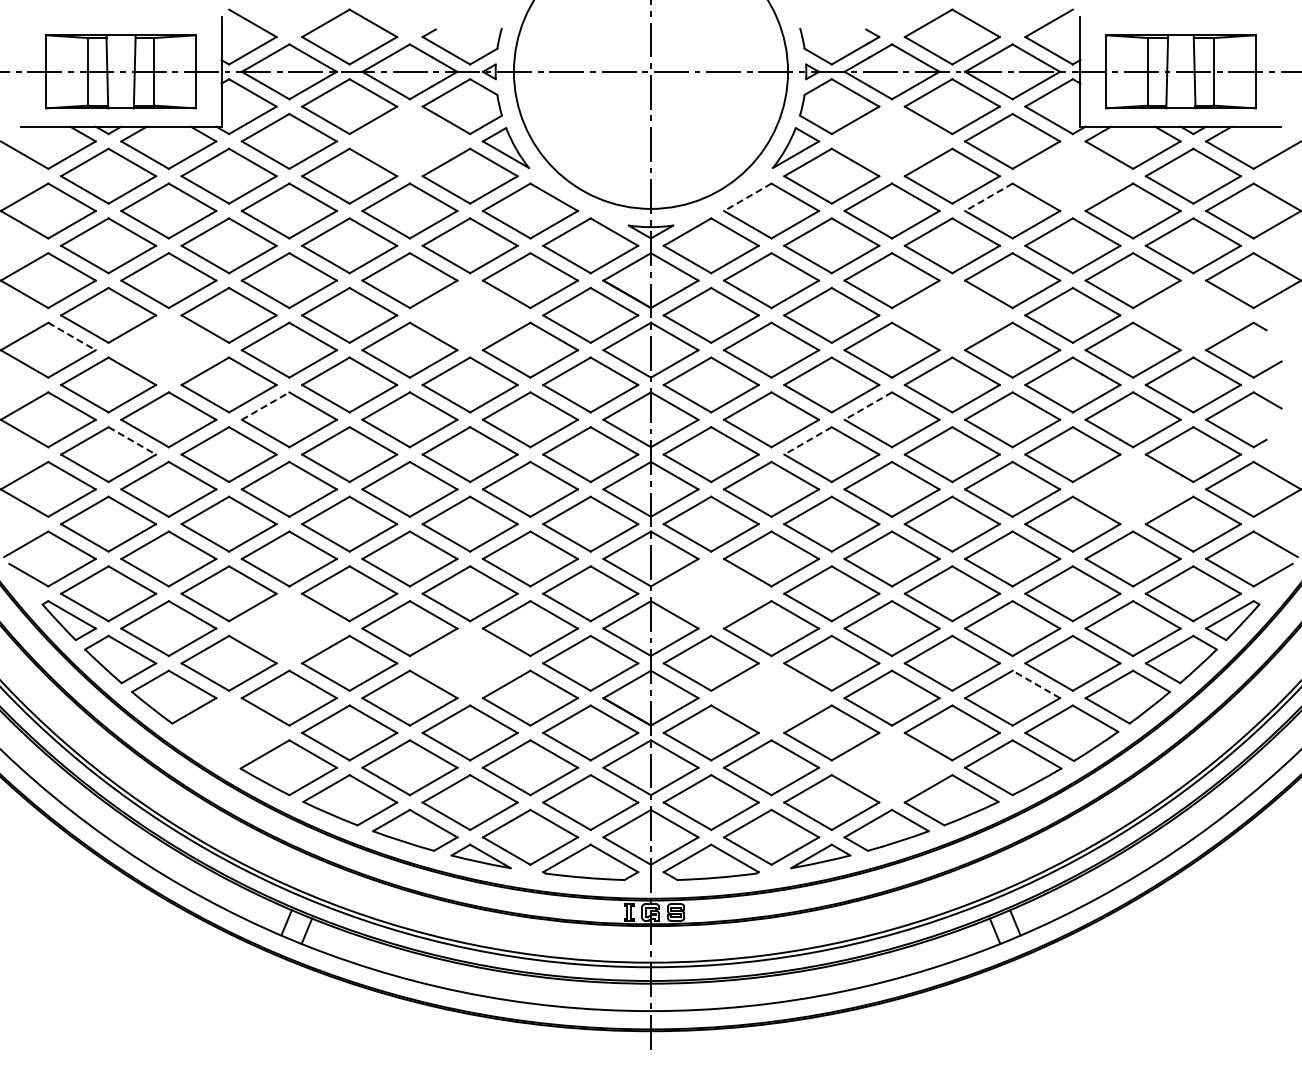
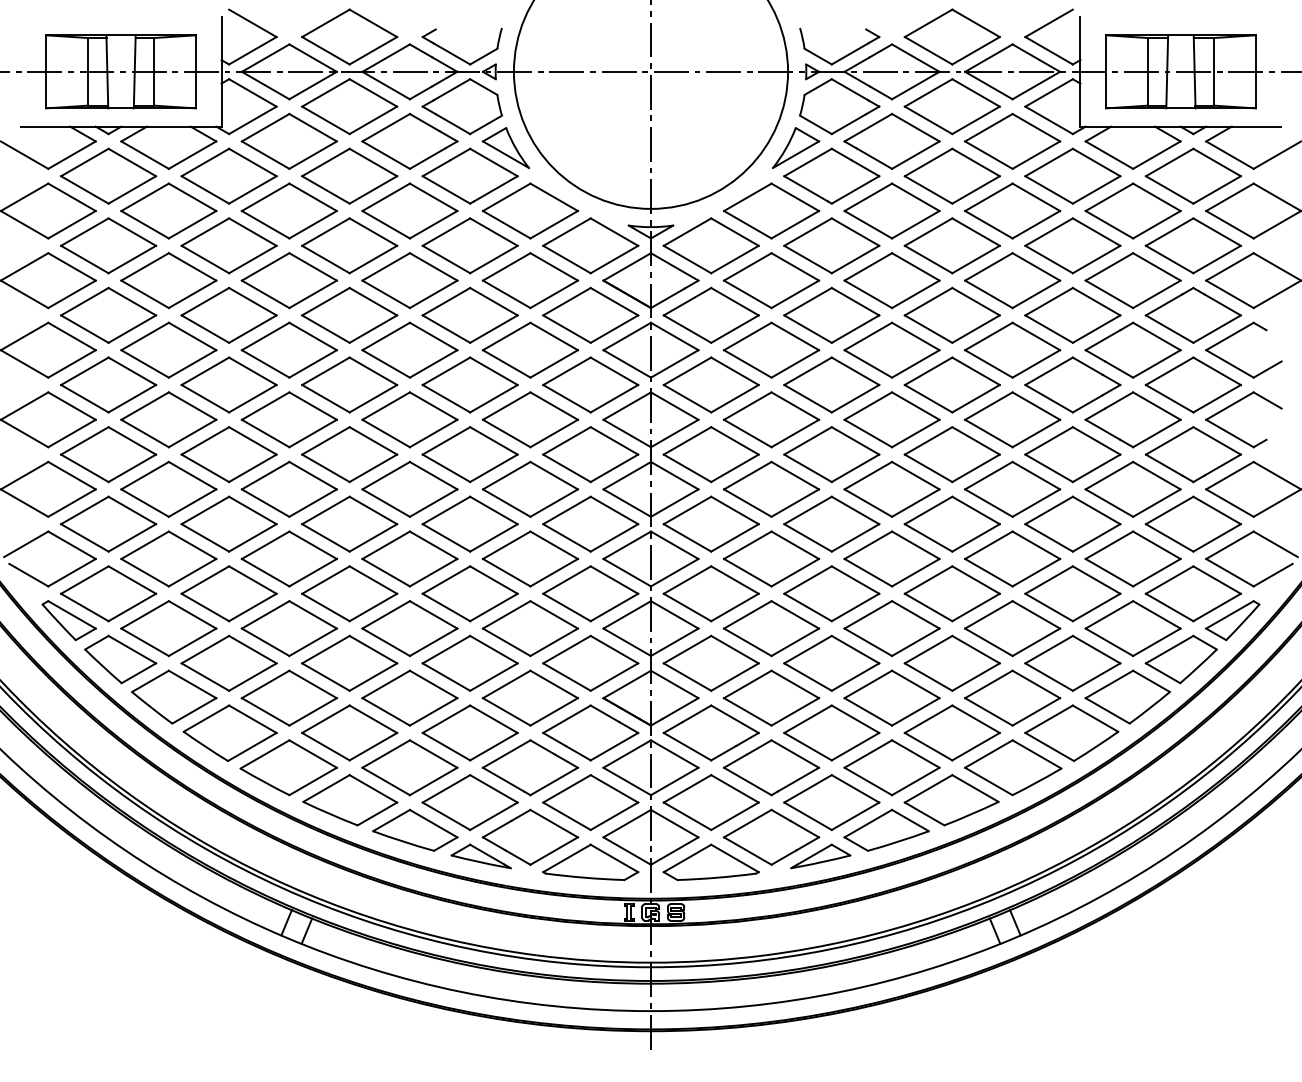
part at (409, 141): none -> present
part at (891, 141): none -> present
part at (1072, 175): none -> present
line at (747, 197): dashed -> solid
line at (988, 197): dashed -> solid
part at (469, 314): none -> present
part at (951, 314): none -> present
part at (1192, 314): none -> present
line at (72, 336): dashed -> solid
part at (168, 349): none -> present
line at (266, 405): dashed -> solid
line at (867, 406): dashed -> solid
line at (132, 441): dashed -> solid
line at (807, 441): dashed -> solid
part at (1132, 488): none -> present
part at (710, 593): none -> present
part at (288, 628): none -> present
part at (469, 662): none -> present
line at (1035, 684): dashed -> solid
part at (771, 697): none -> present
part at (229, 732): none -> present
part at (891, 767): none -> present
